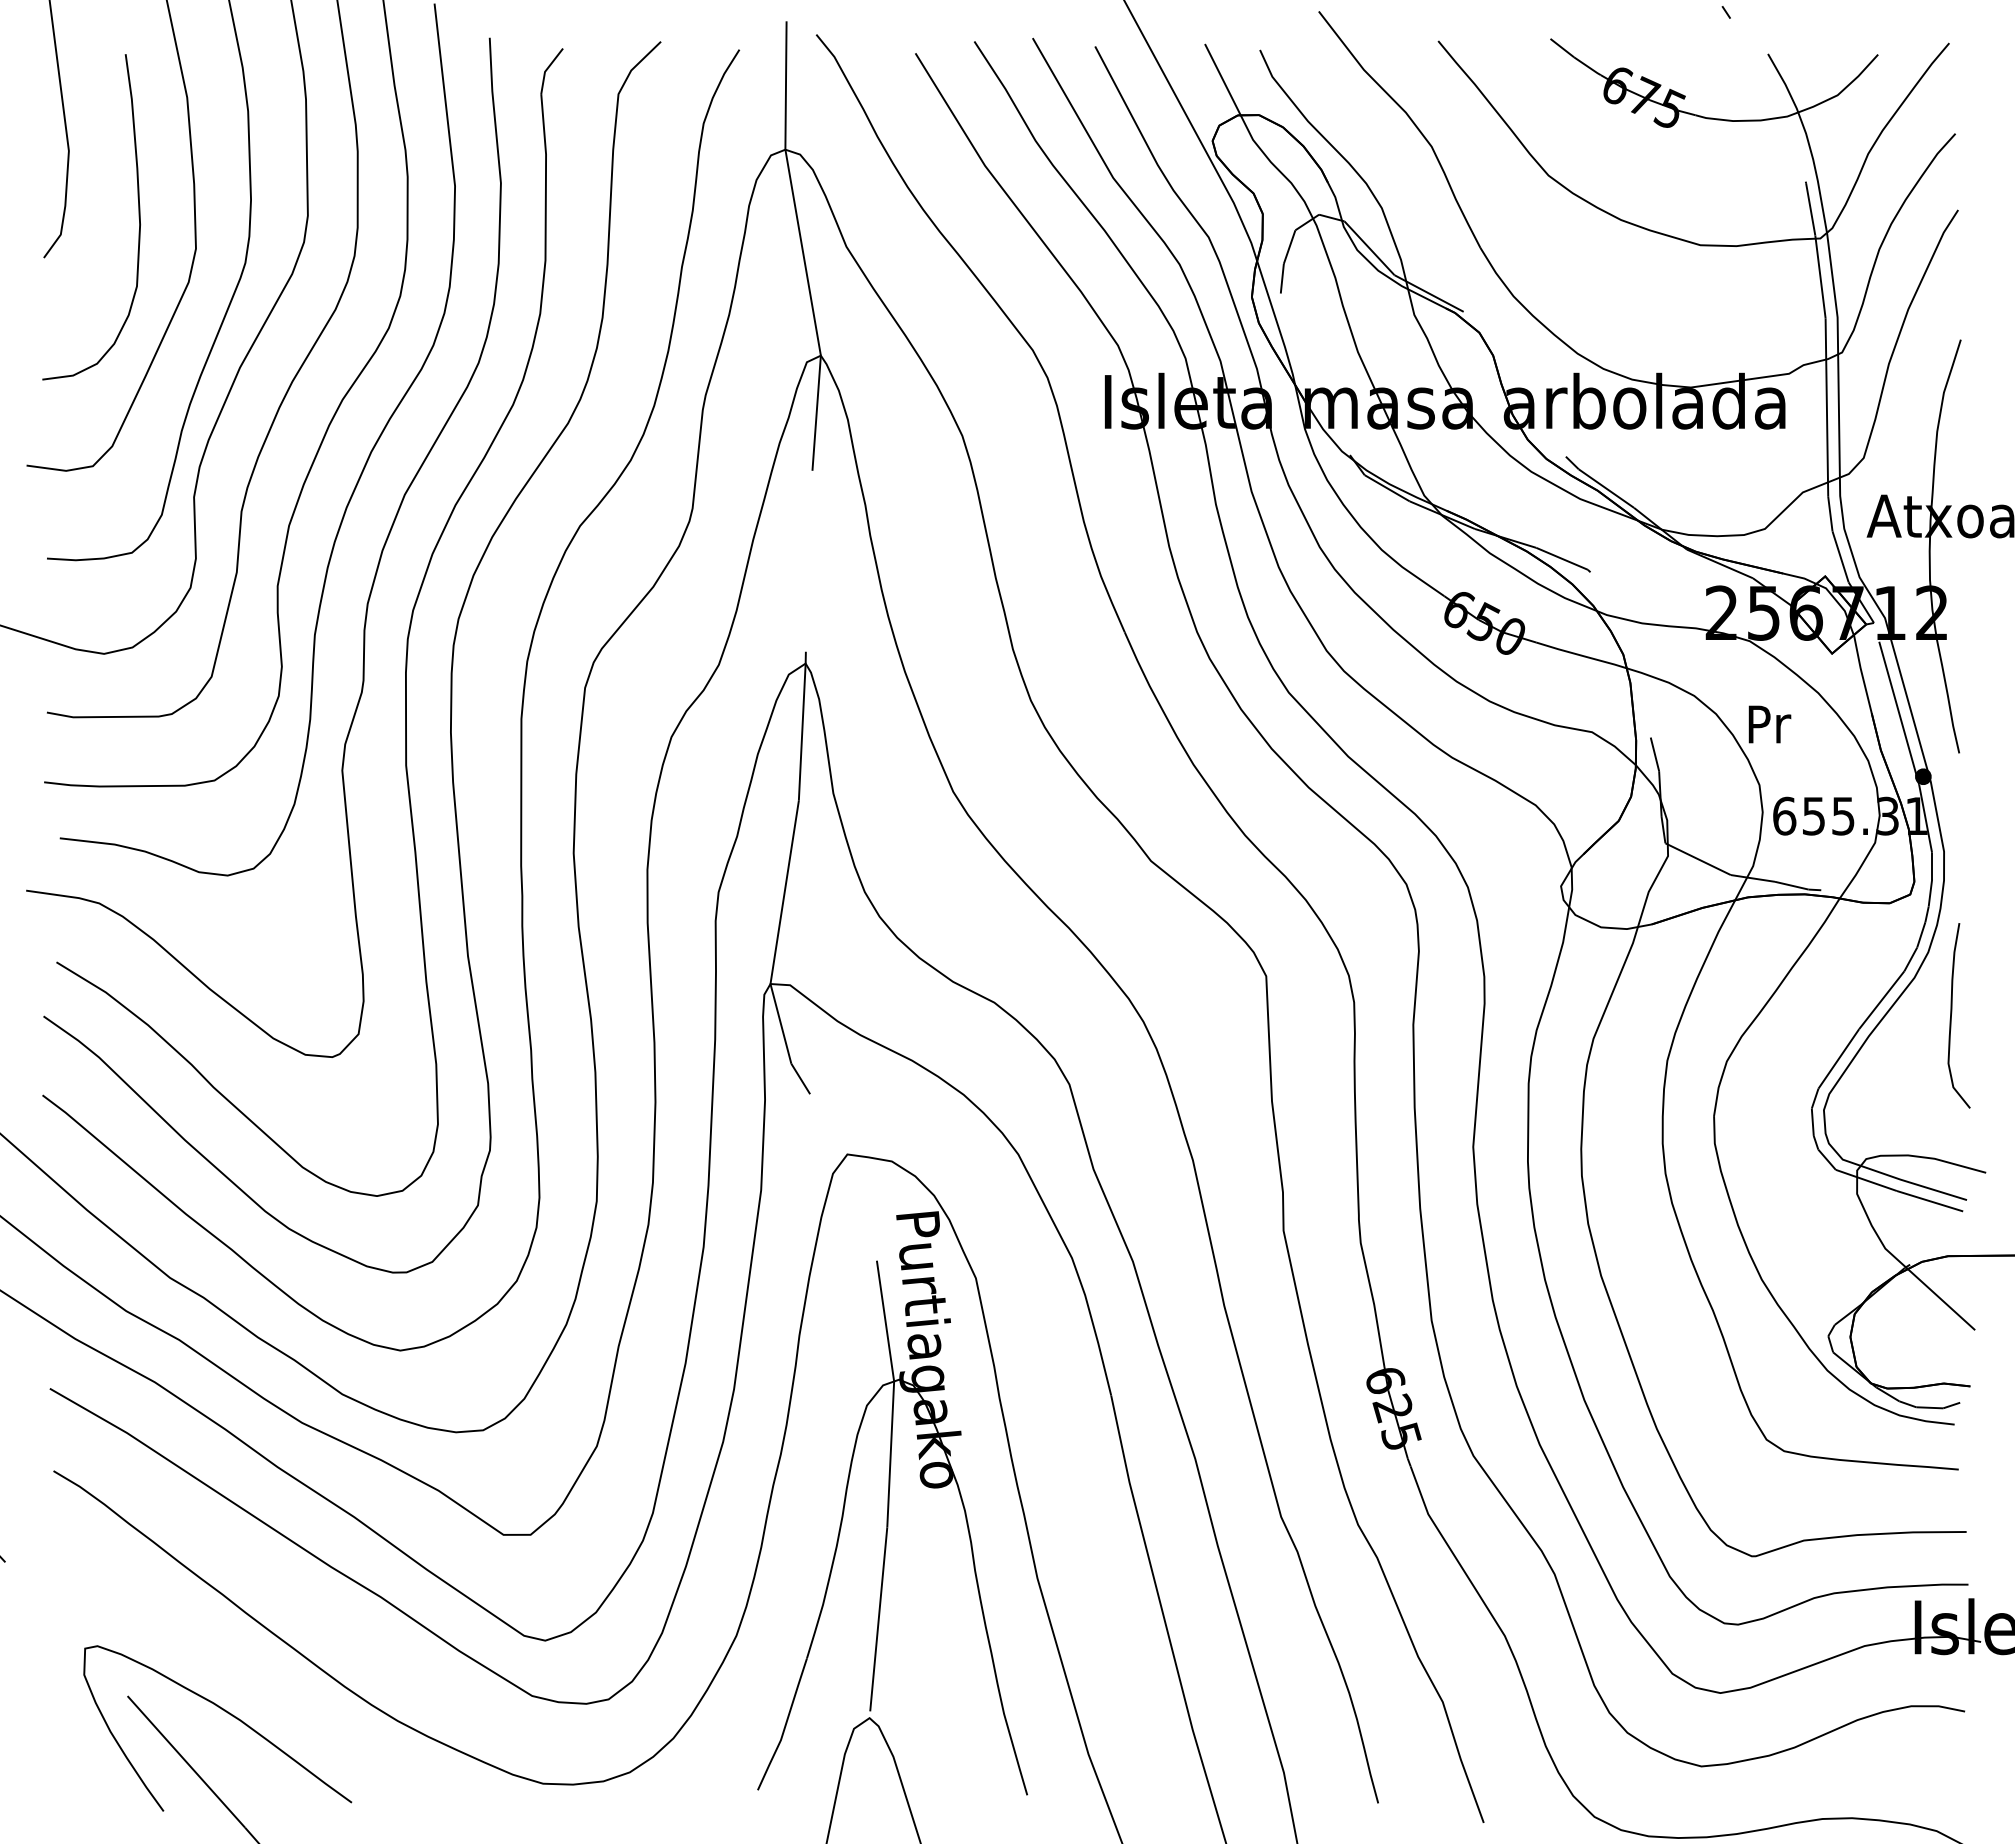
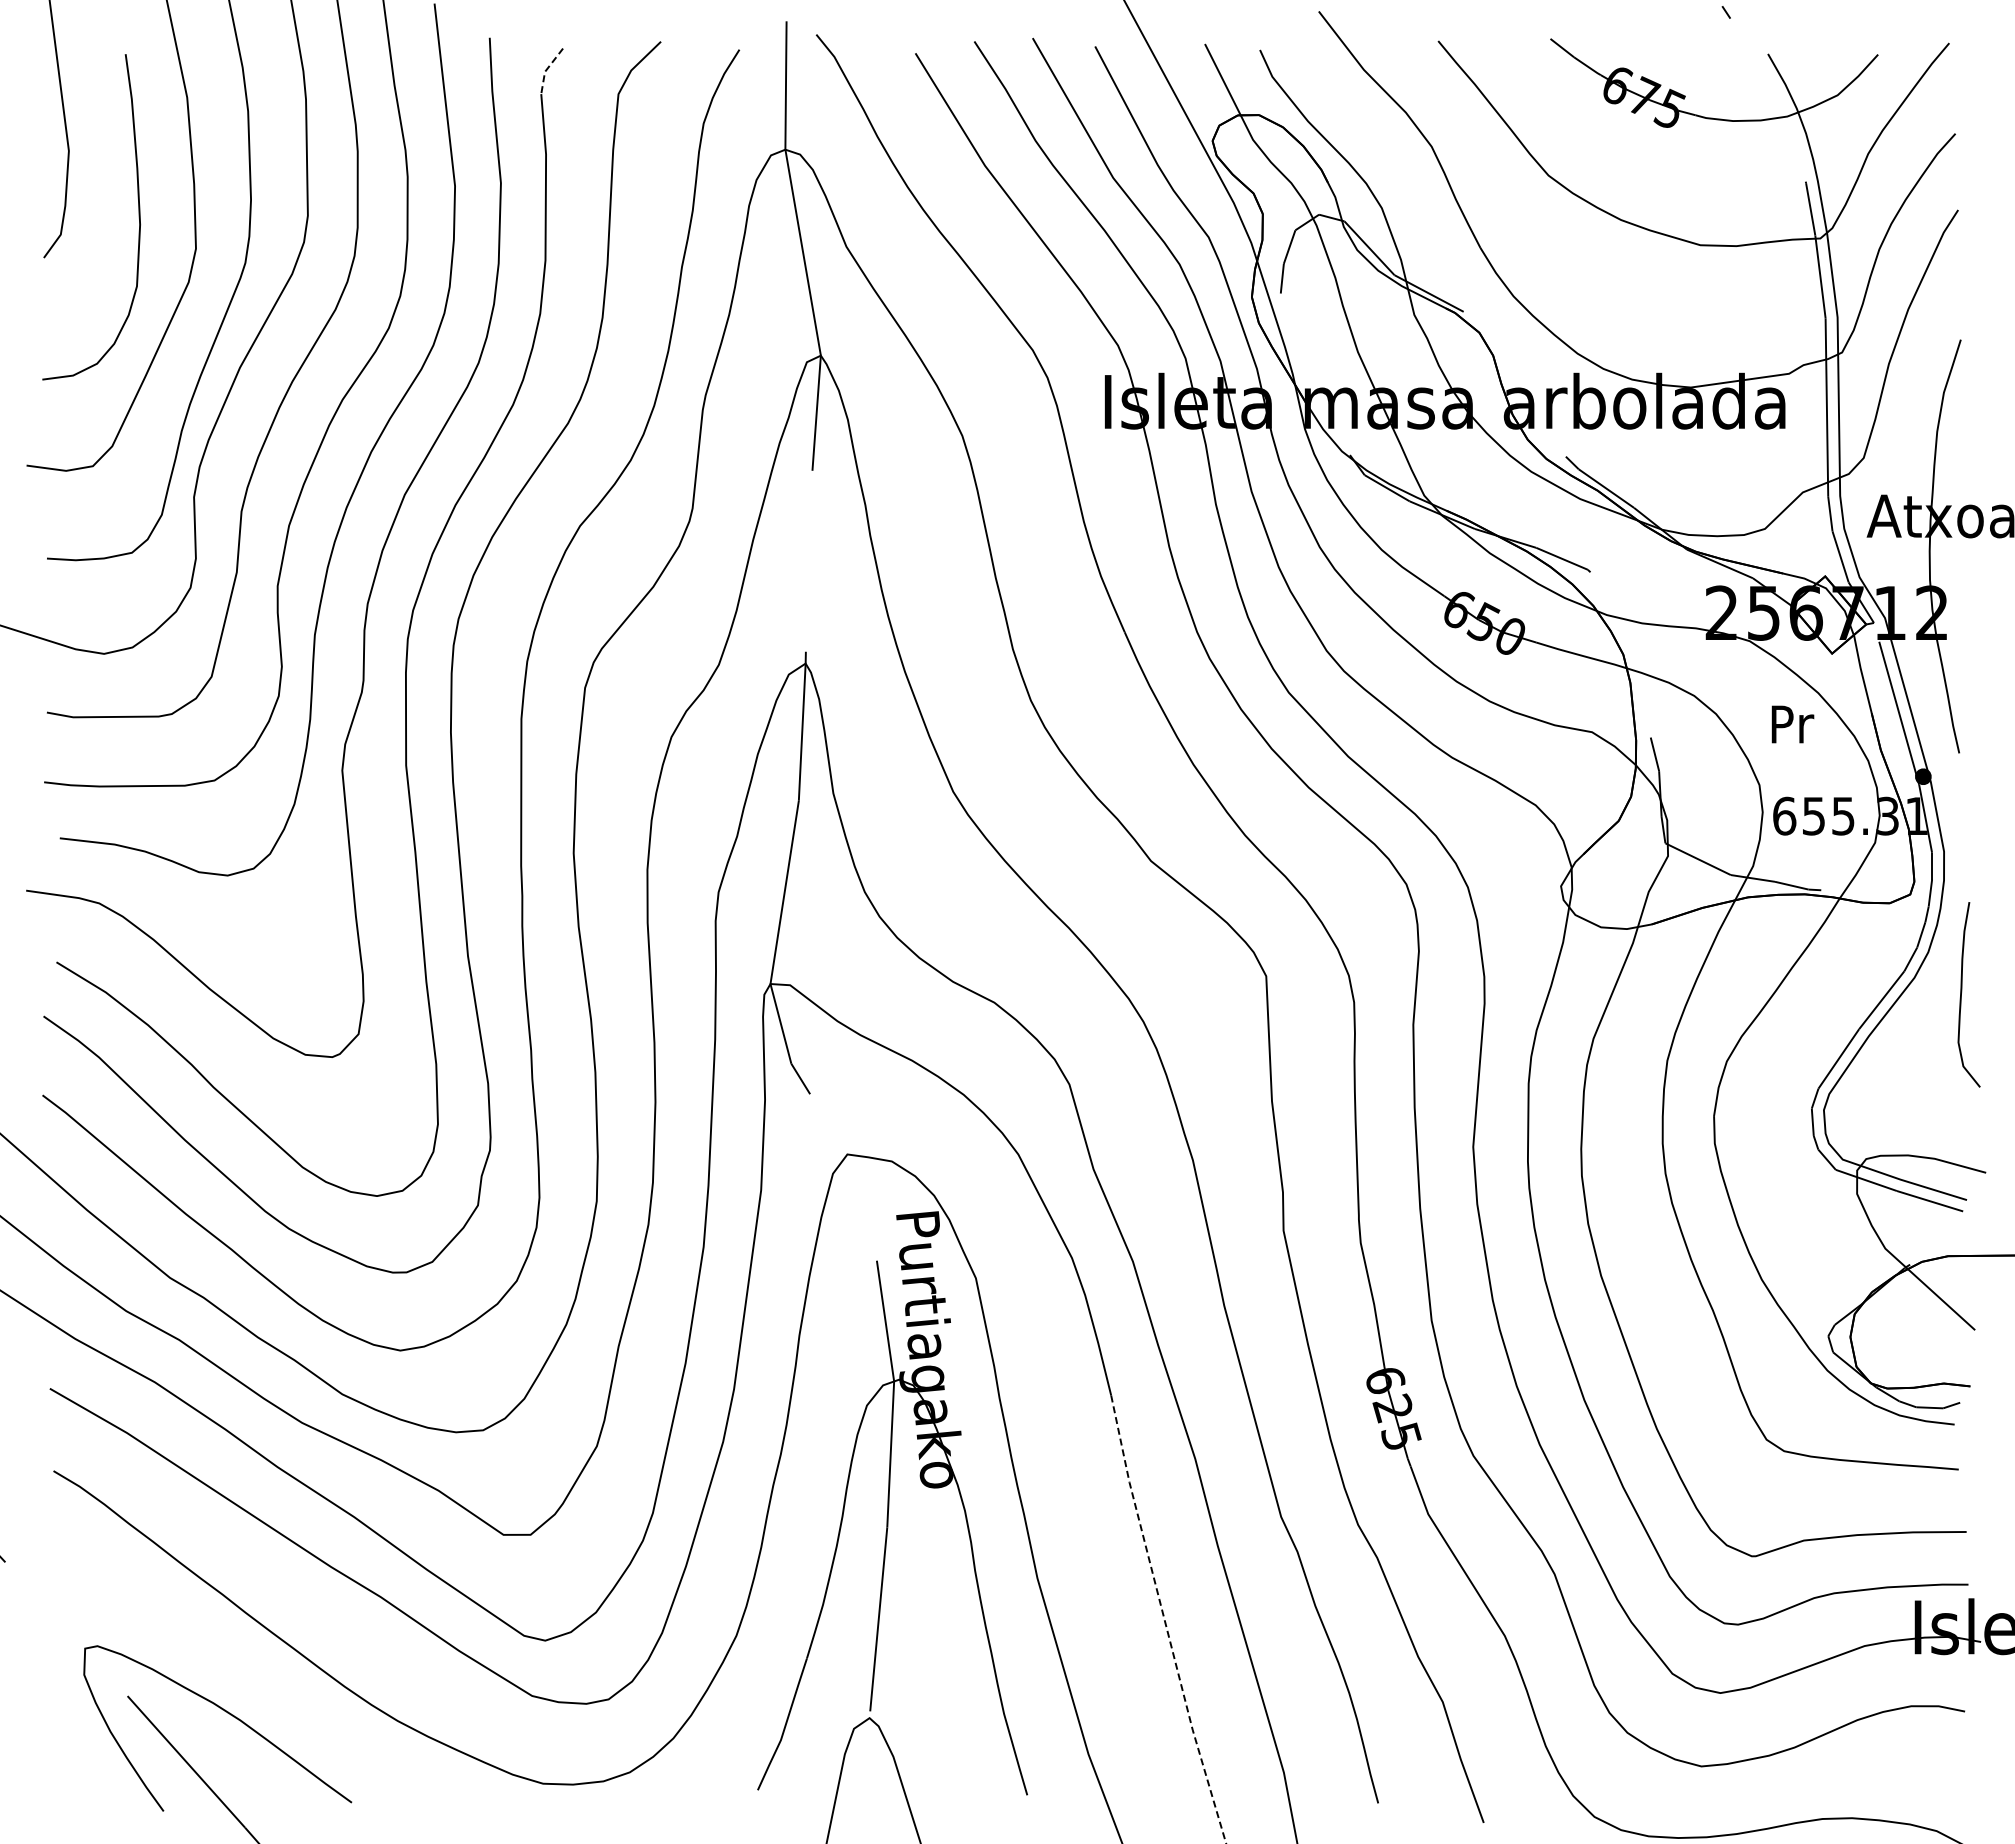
line at (546, 69): solid -> dashed
text at (1769, 724) position: (1769, 724) -> (1792, 724)
curve at (1952, 1013) position: (1952, 1013) -> (1962, 992)
line at (1164, 1620): solid -> dashed
